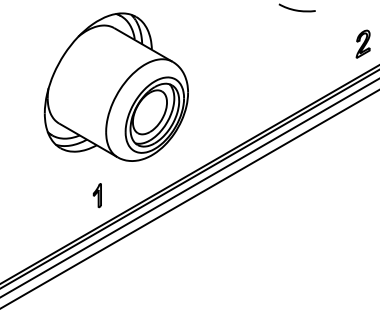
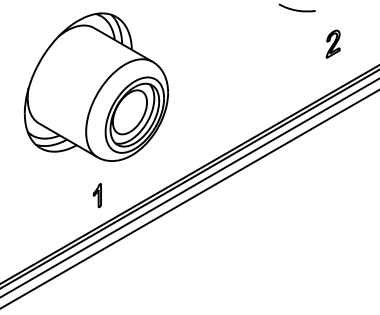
part at (362, 43) position: (362, 43) -> (332, 43)
part at (115, 86) position: (115, 86) -> (95, 86)
